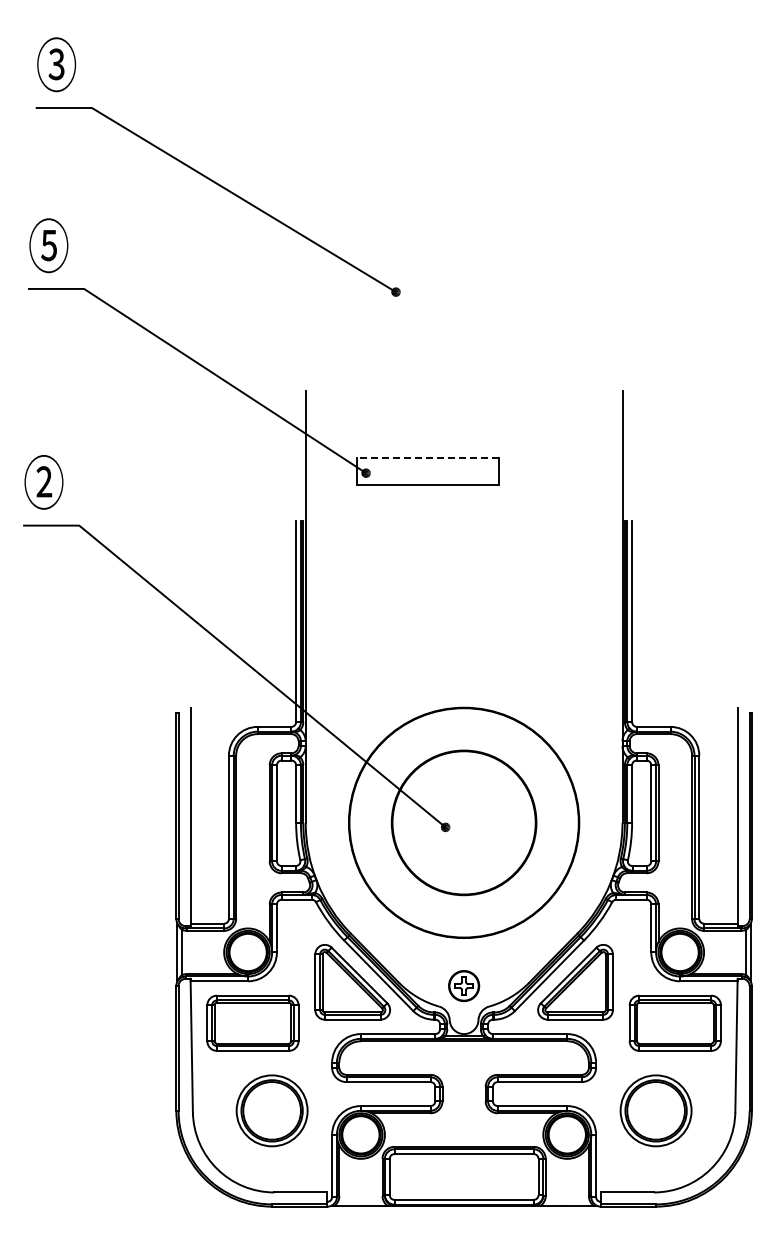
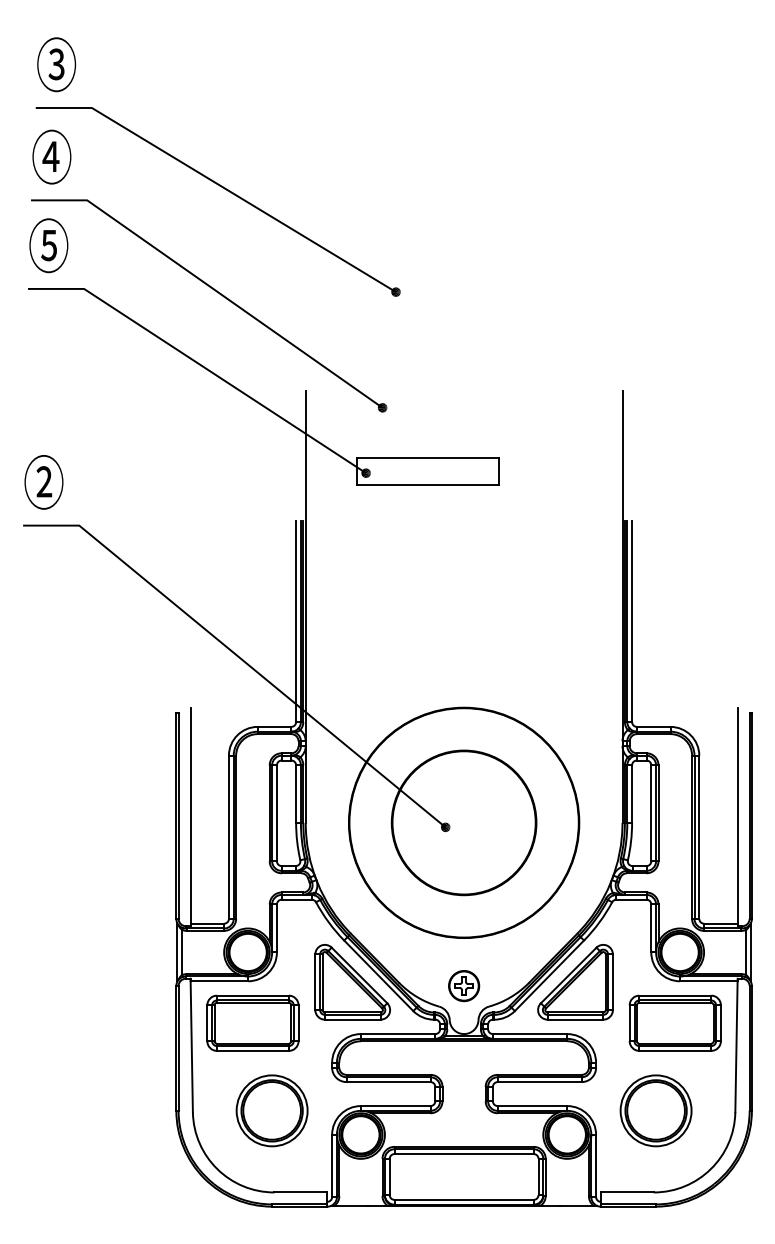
part at (203, 280): none -> present
line at (427, 458): dashed -> solid
